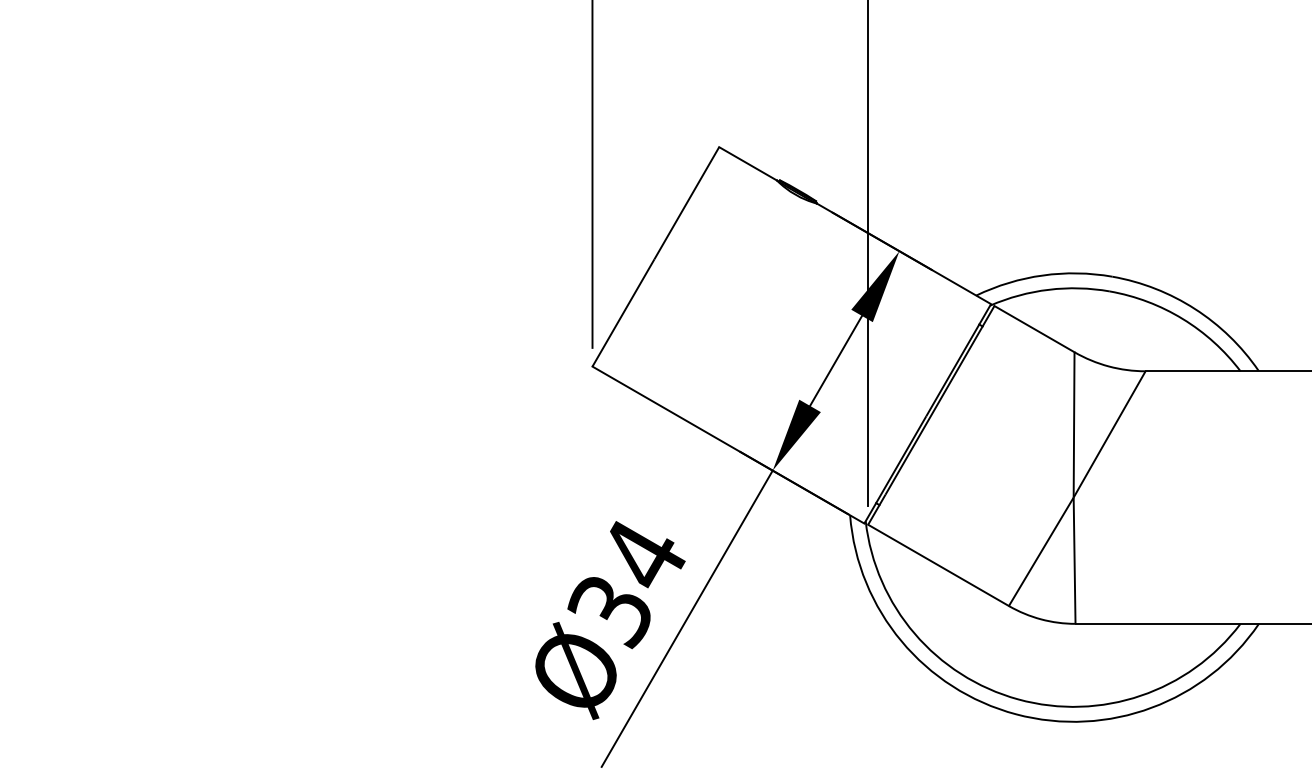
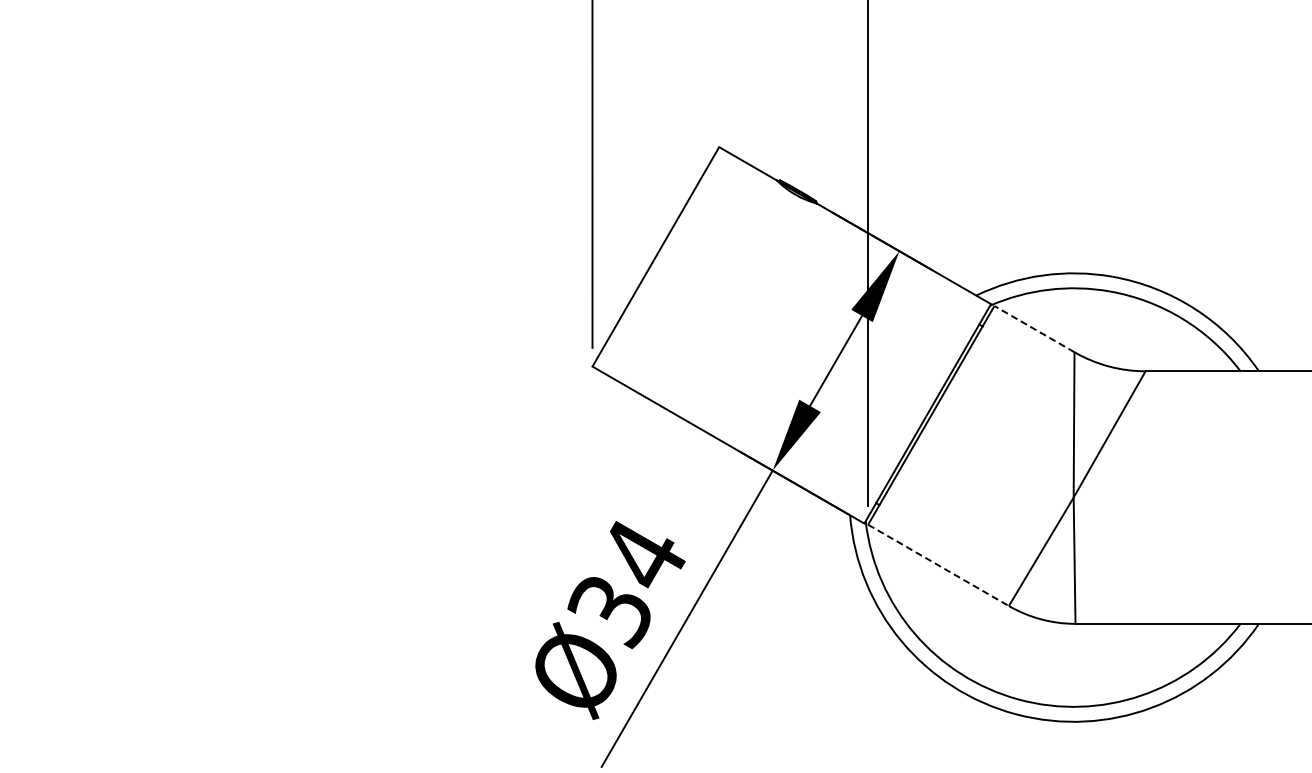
line at (1034, 328): solid -> dashed
line at (938, 565): solid -> dashed
